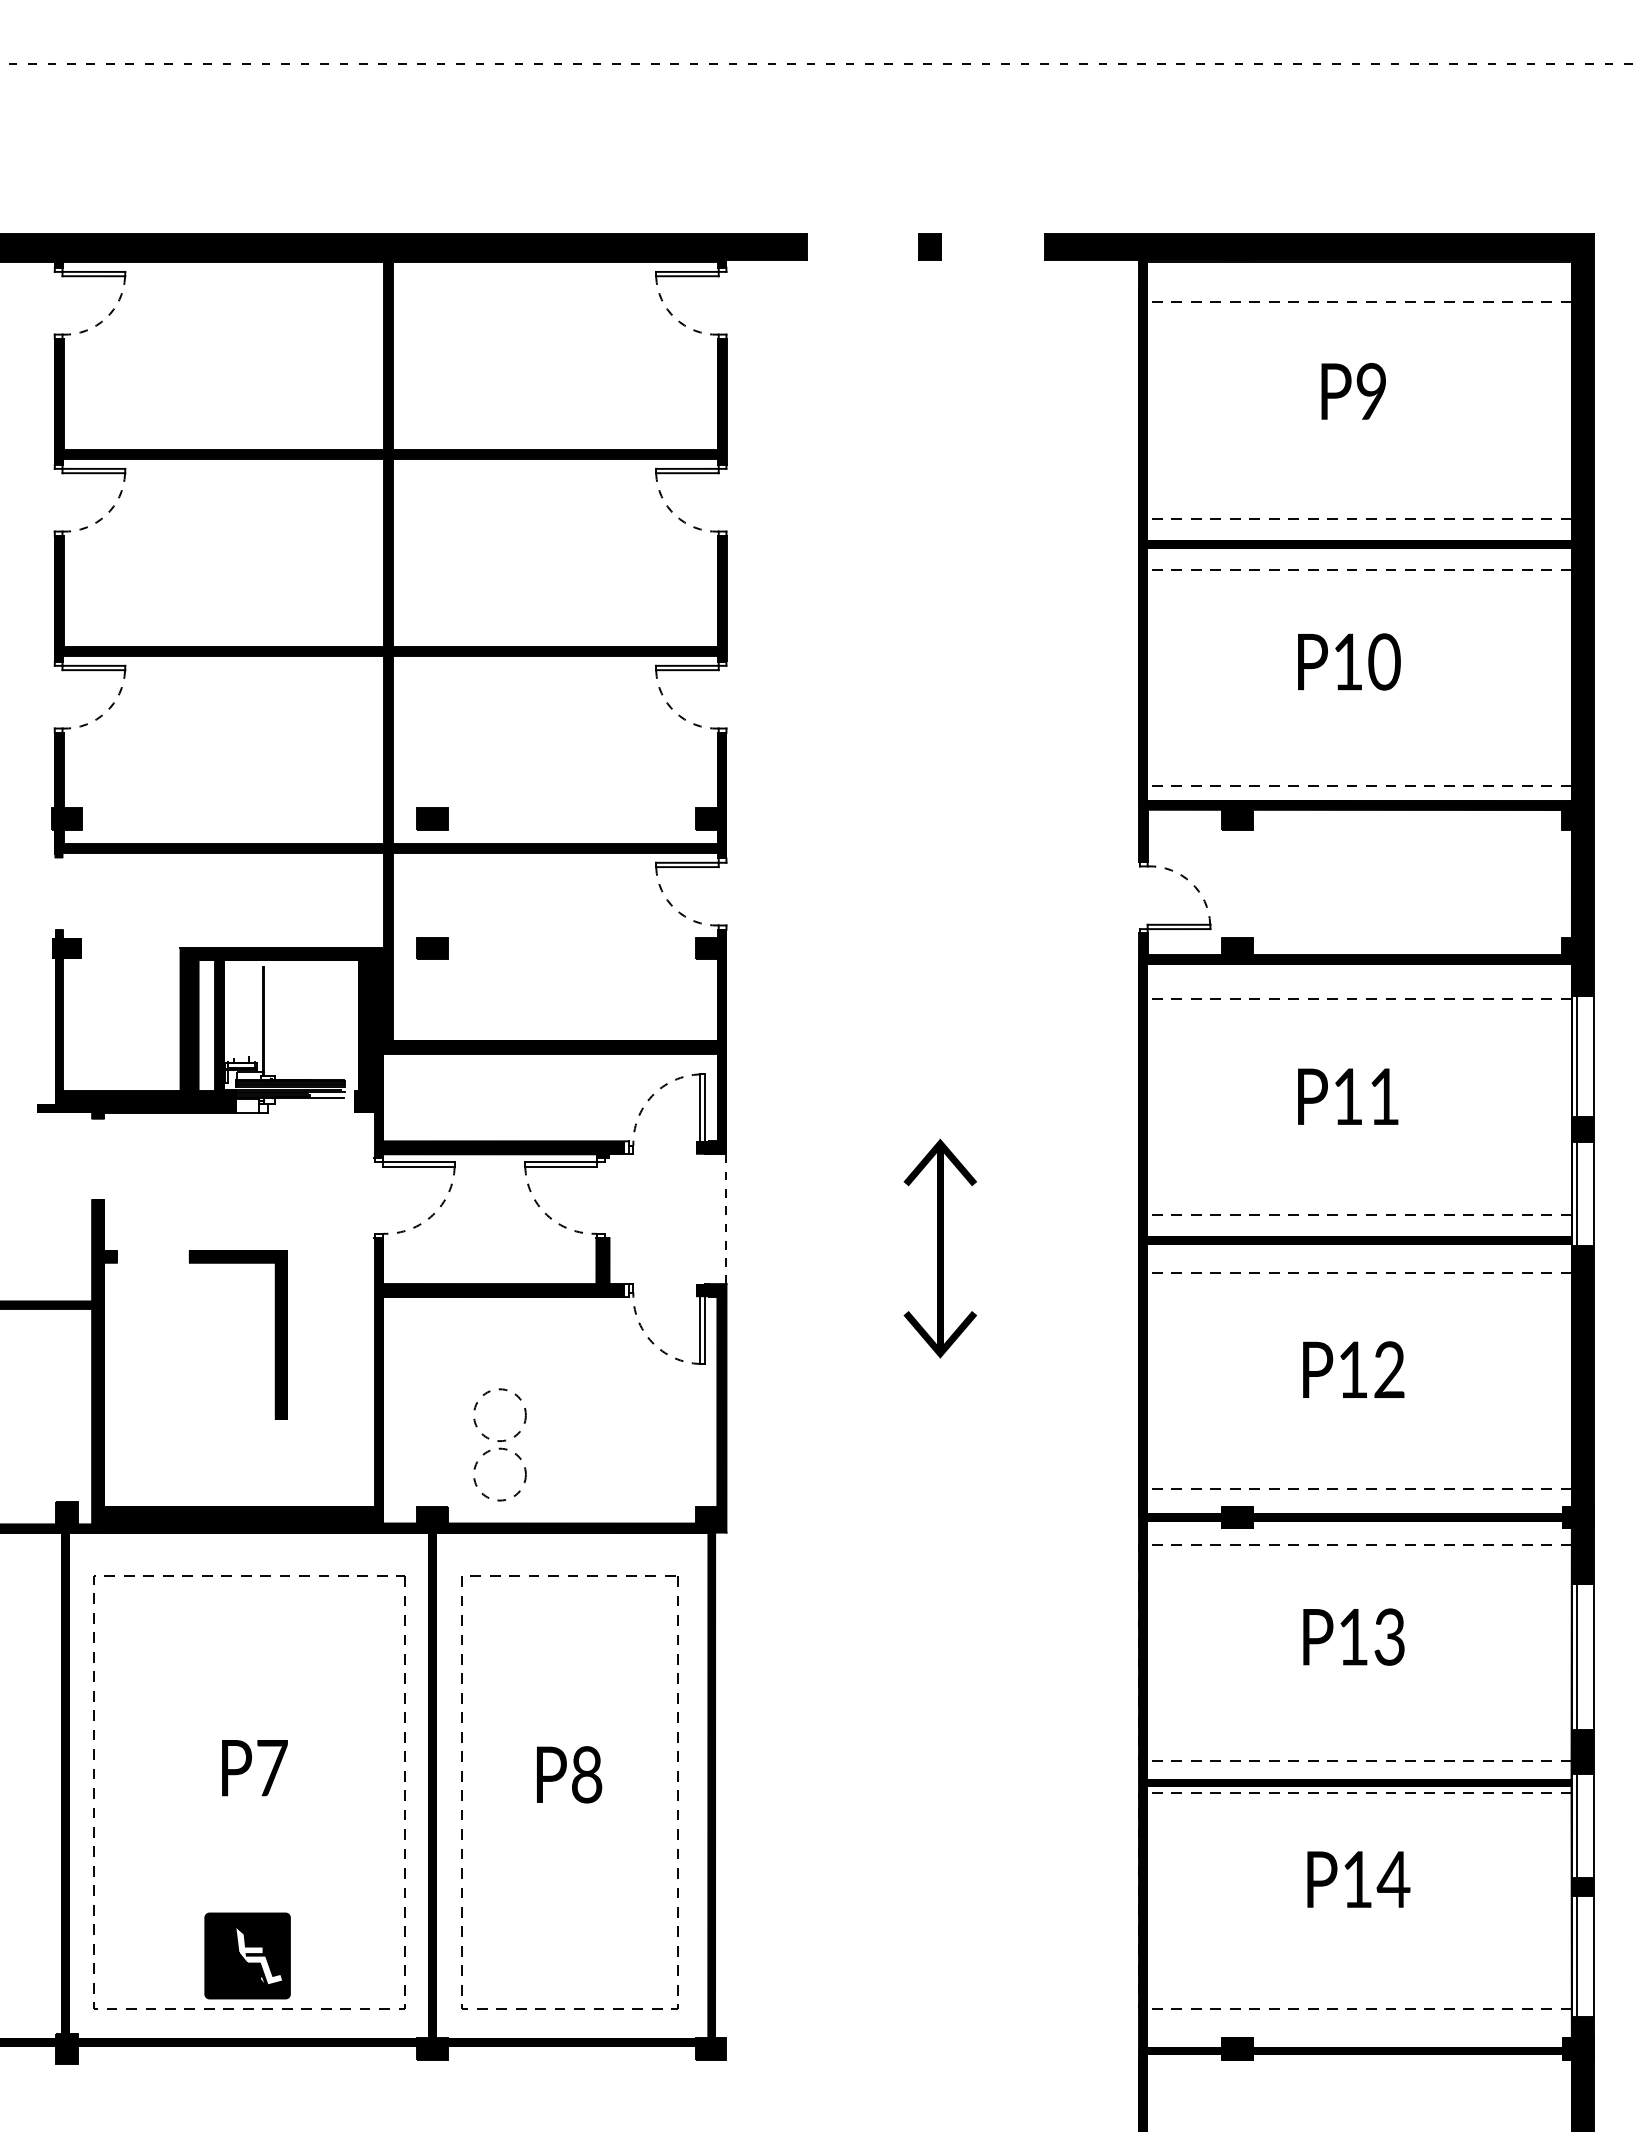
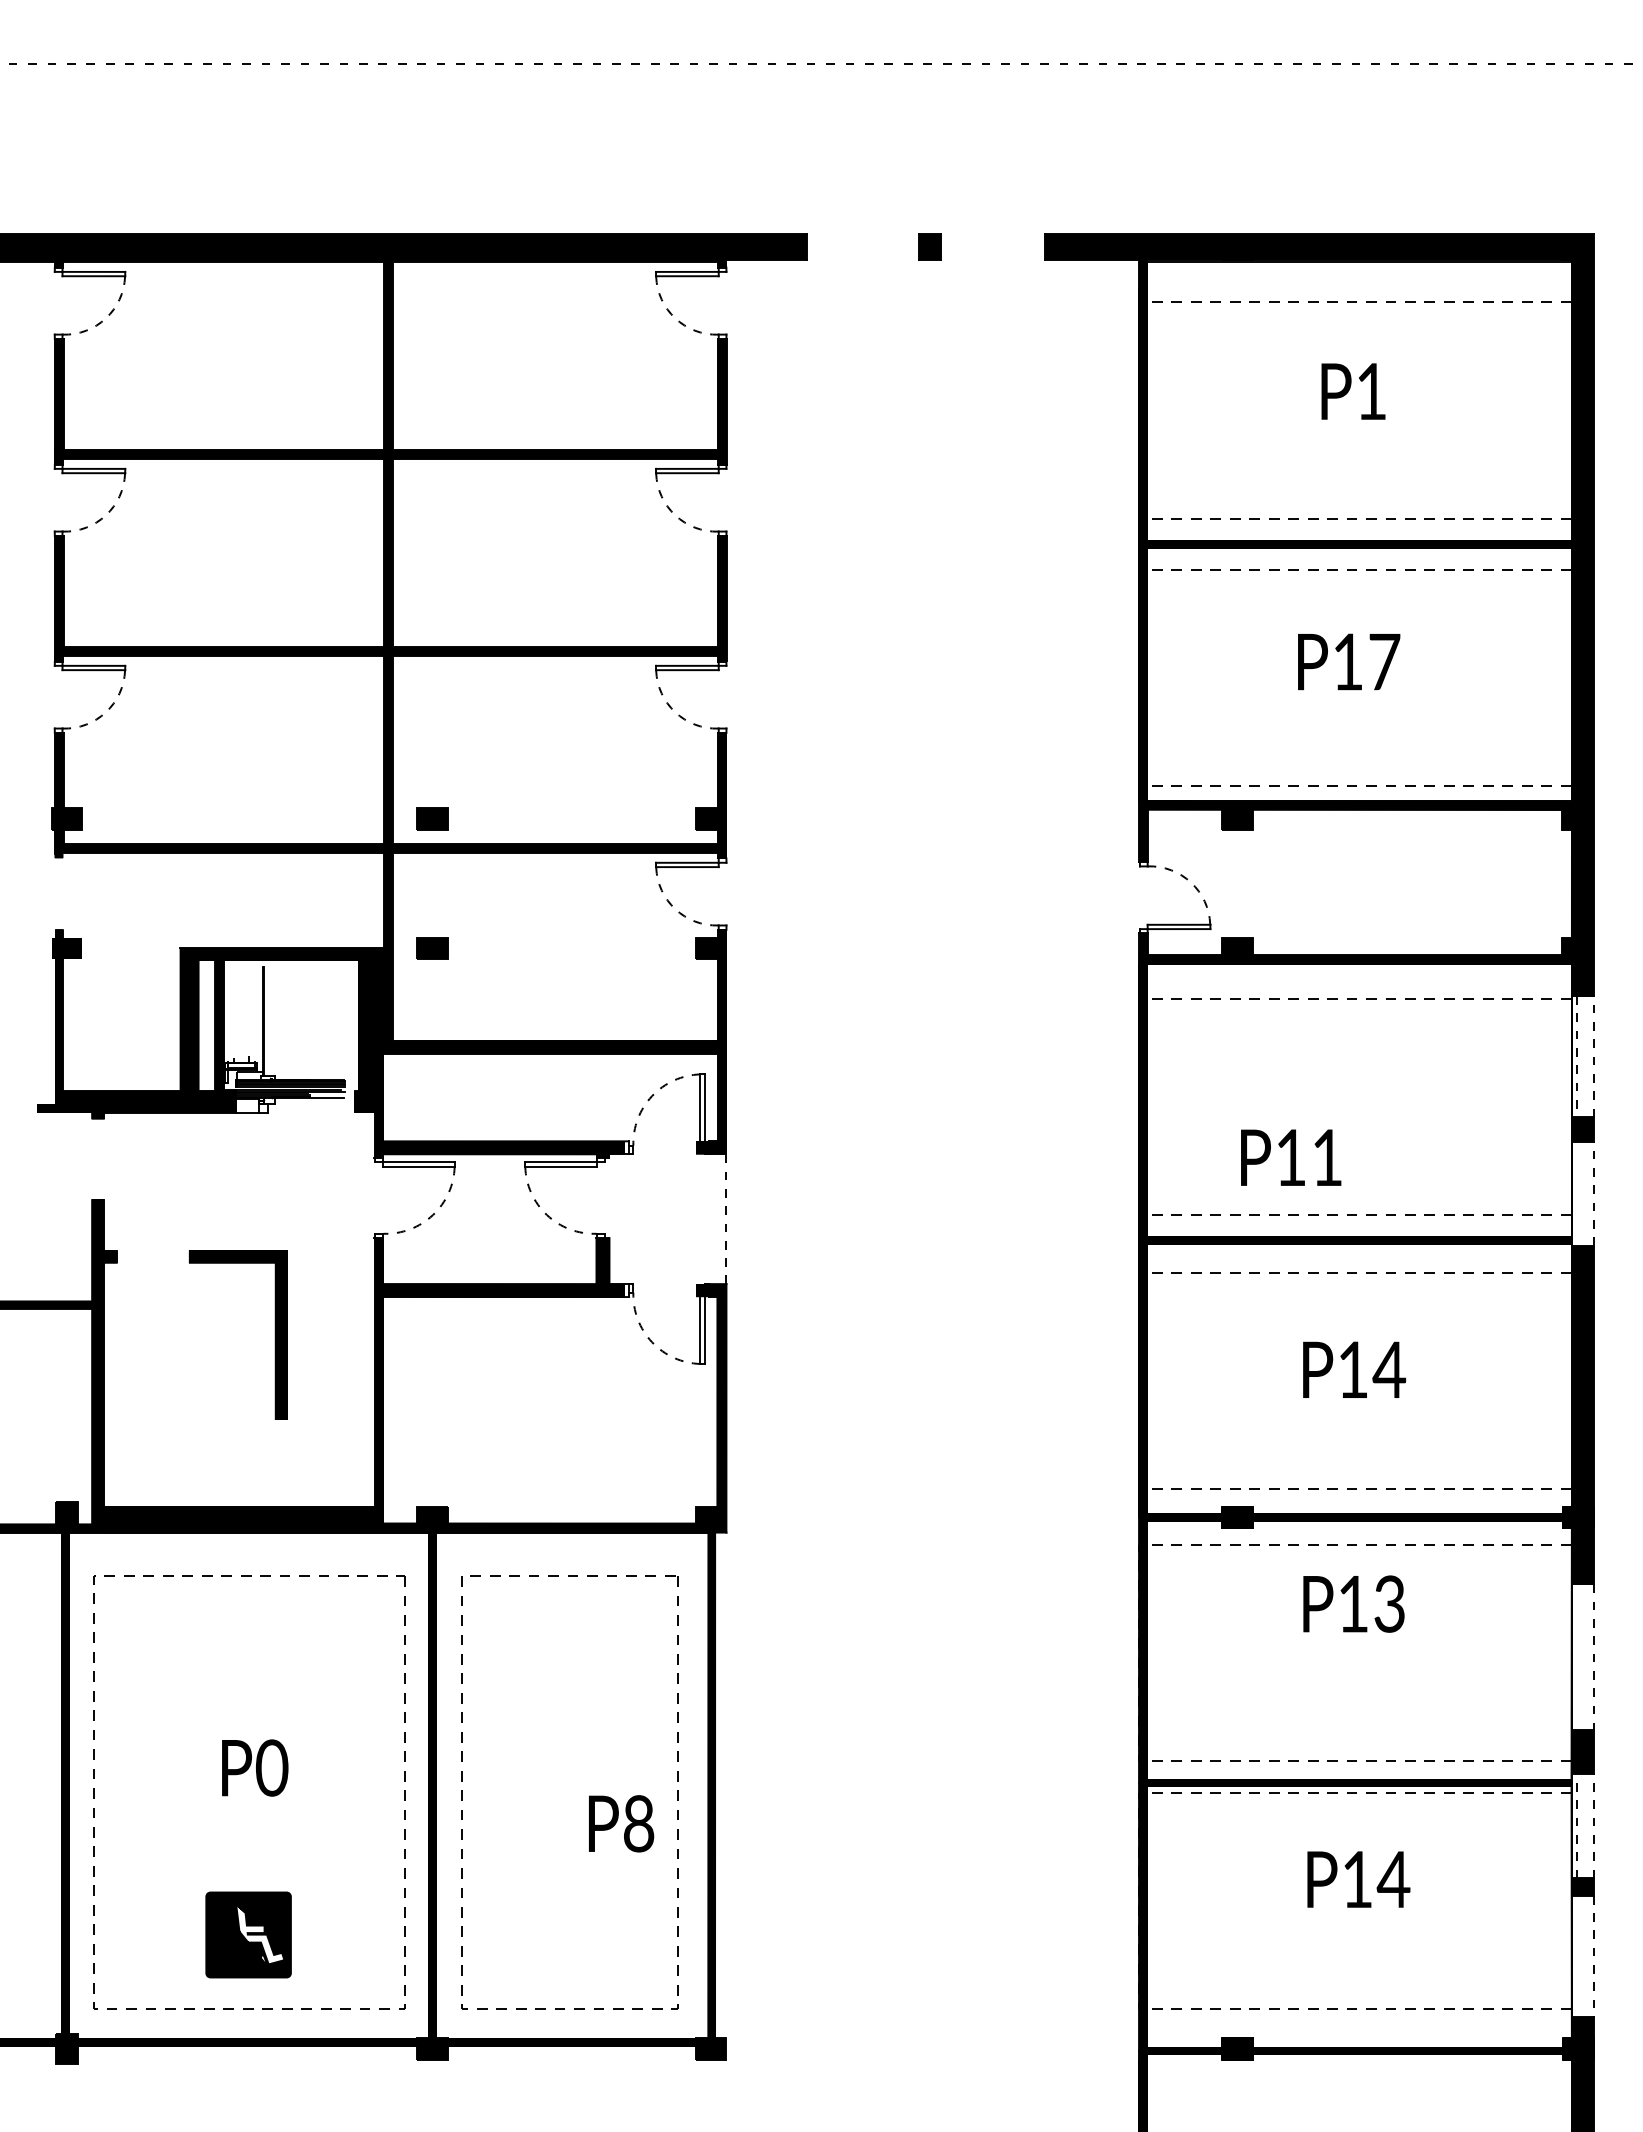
text at (1370, 390): P9 -> P1
text at (1384, 661): P10 -> P17
line at (1576, 1056): solid -> dashed
line at (1593, 1056): solid -> dashed
text at (1348, 1096) position: (1348, 1096) -> (1291, 1157)
line at (1576, 1193): present -> none
line at (1593, 1194): solid -> dashed
part at (939, 1248): present -> none
text at (1389, 1369): P12 -> P14
part at (499, 1444): present -> none
text at (1353, 1636) position: (1353, 1636) -> (1353, 1603)
line at (1576, 1656): present -> none
line at (1593, 1657): solid -> dashed
text at (272, 1767): P7 -> P0
text at (569, 1774) position: (569, 1774) -> (621, 1823)
line at (1576, 1826): solid -> dashed
line at (1593, 1826): solid -> dashed
part at (247, 1955) position: (247, 1955) -> (248, 1934)
line at (1576, 1955): present -> none
line at (1593, 1956): solid -> dashed
